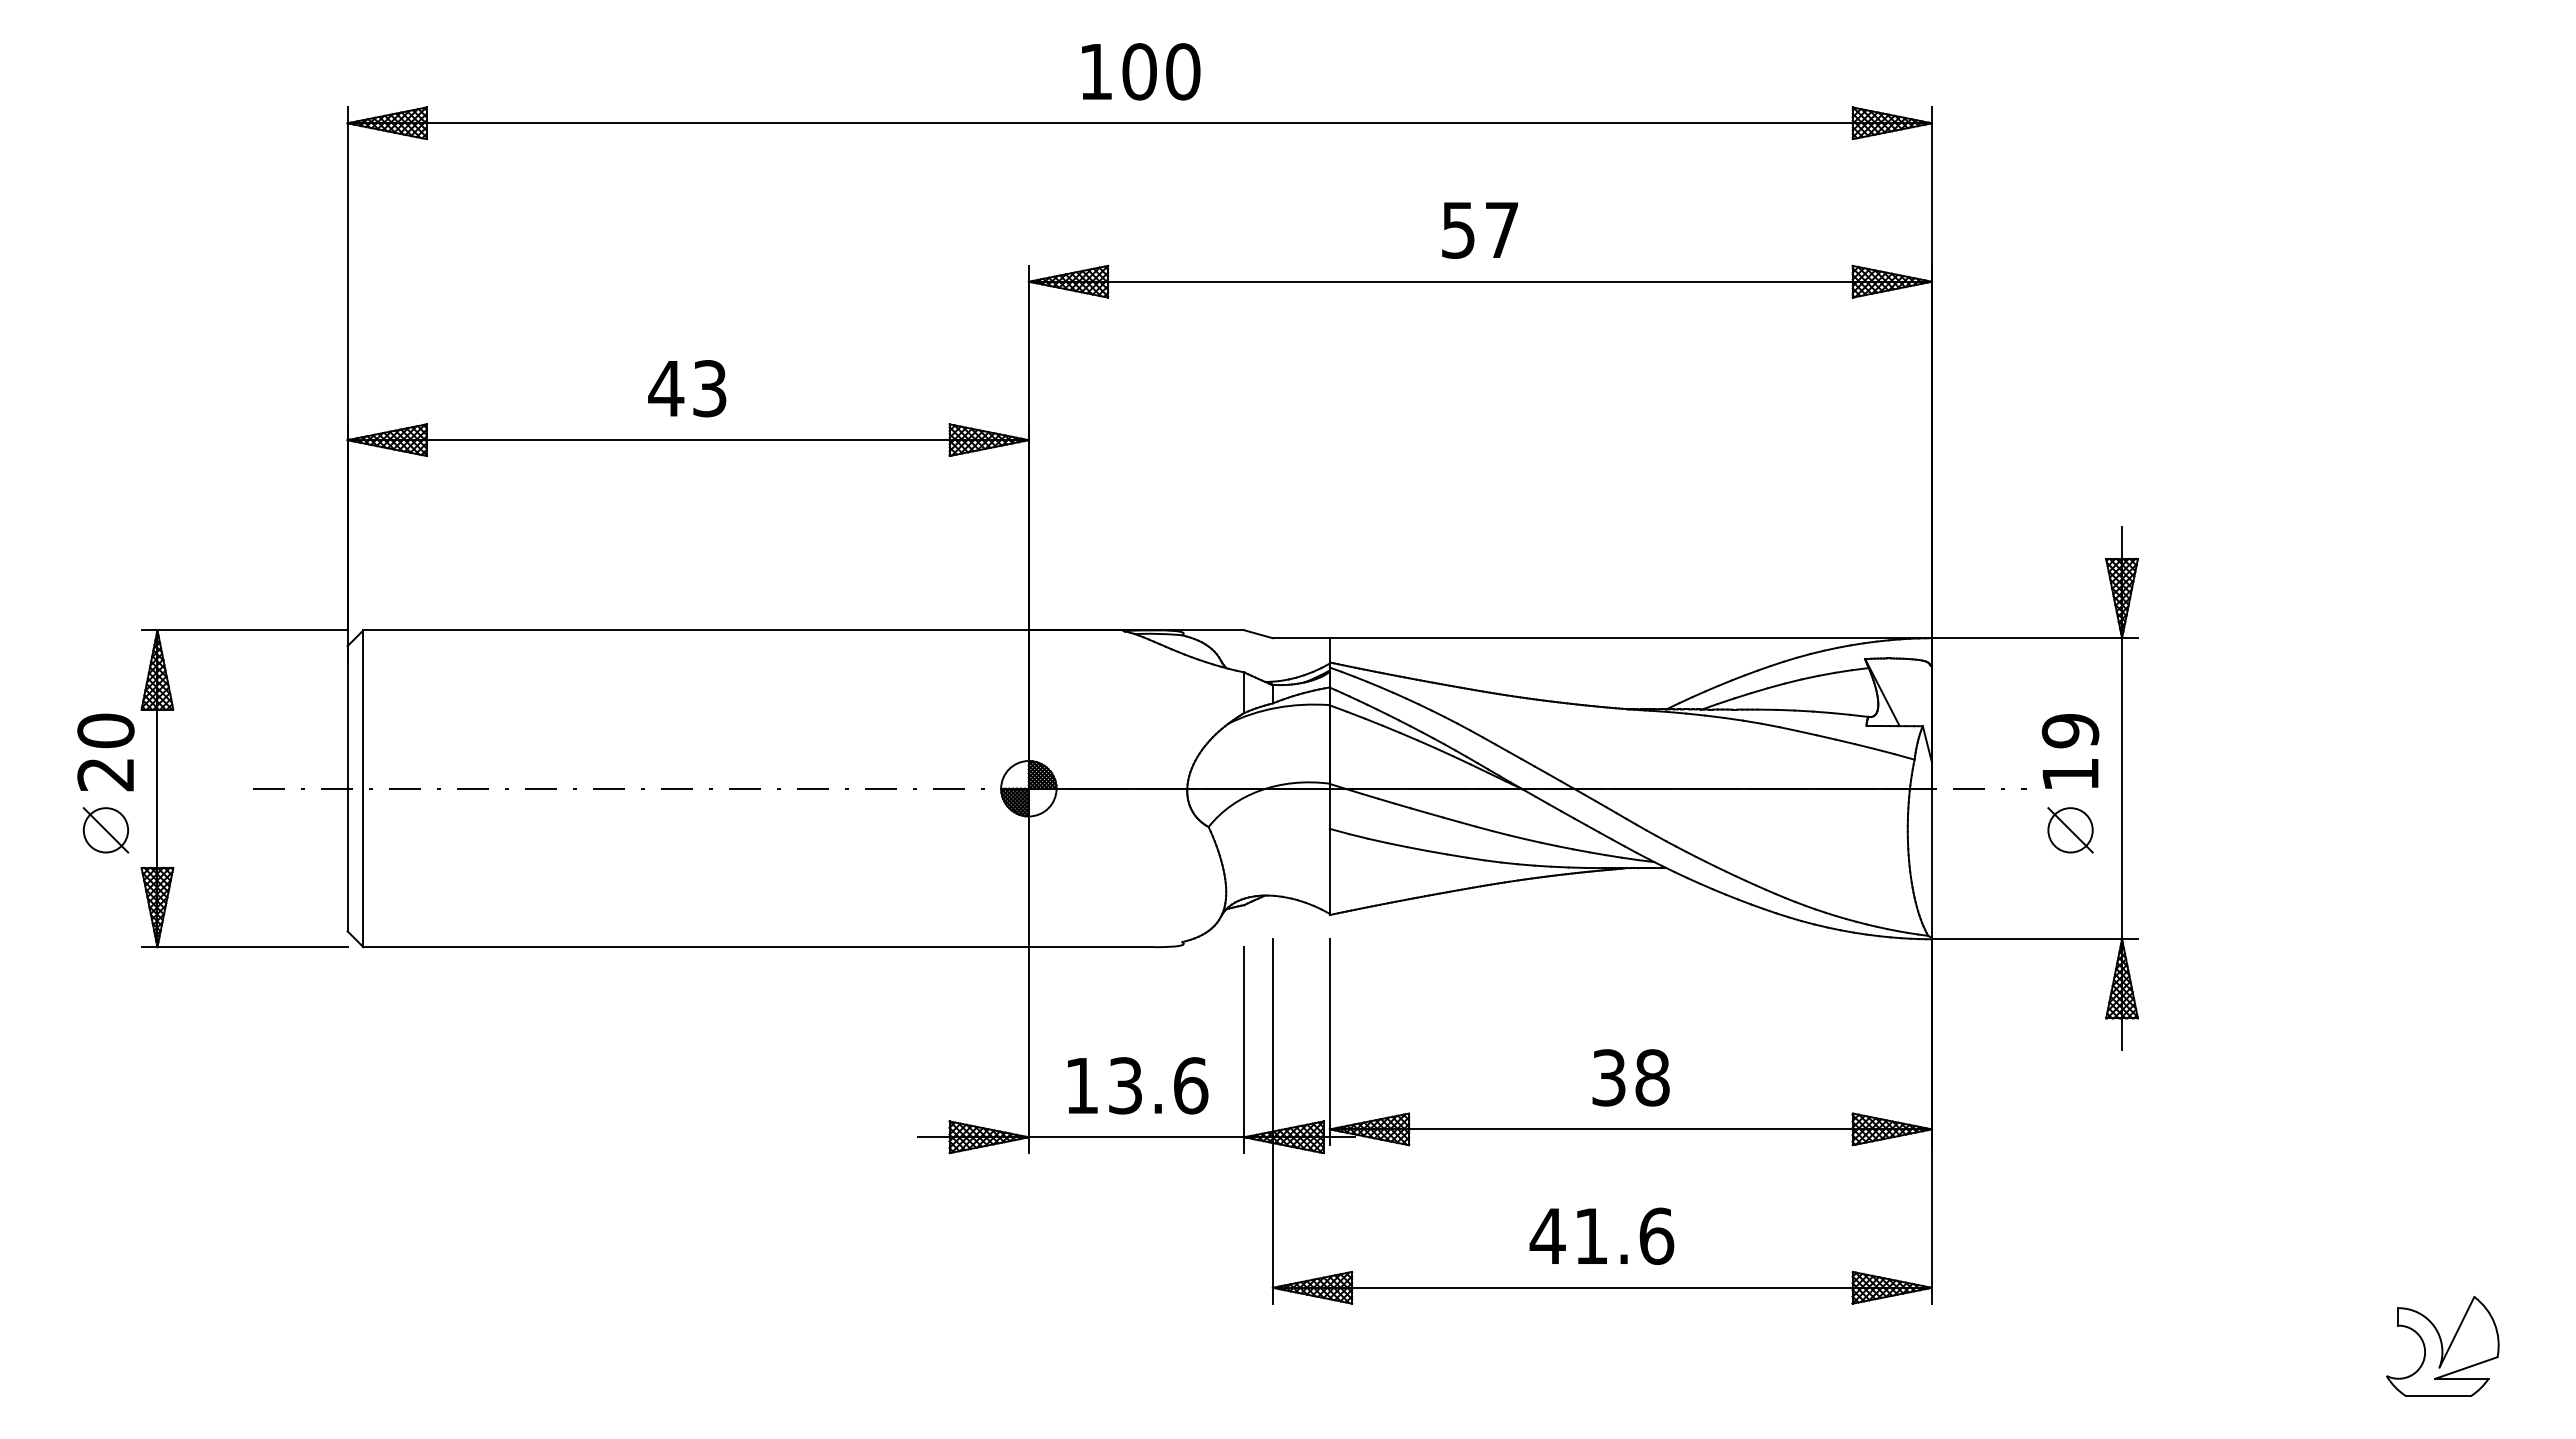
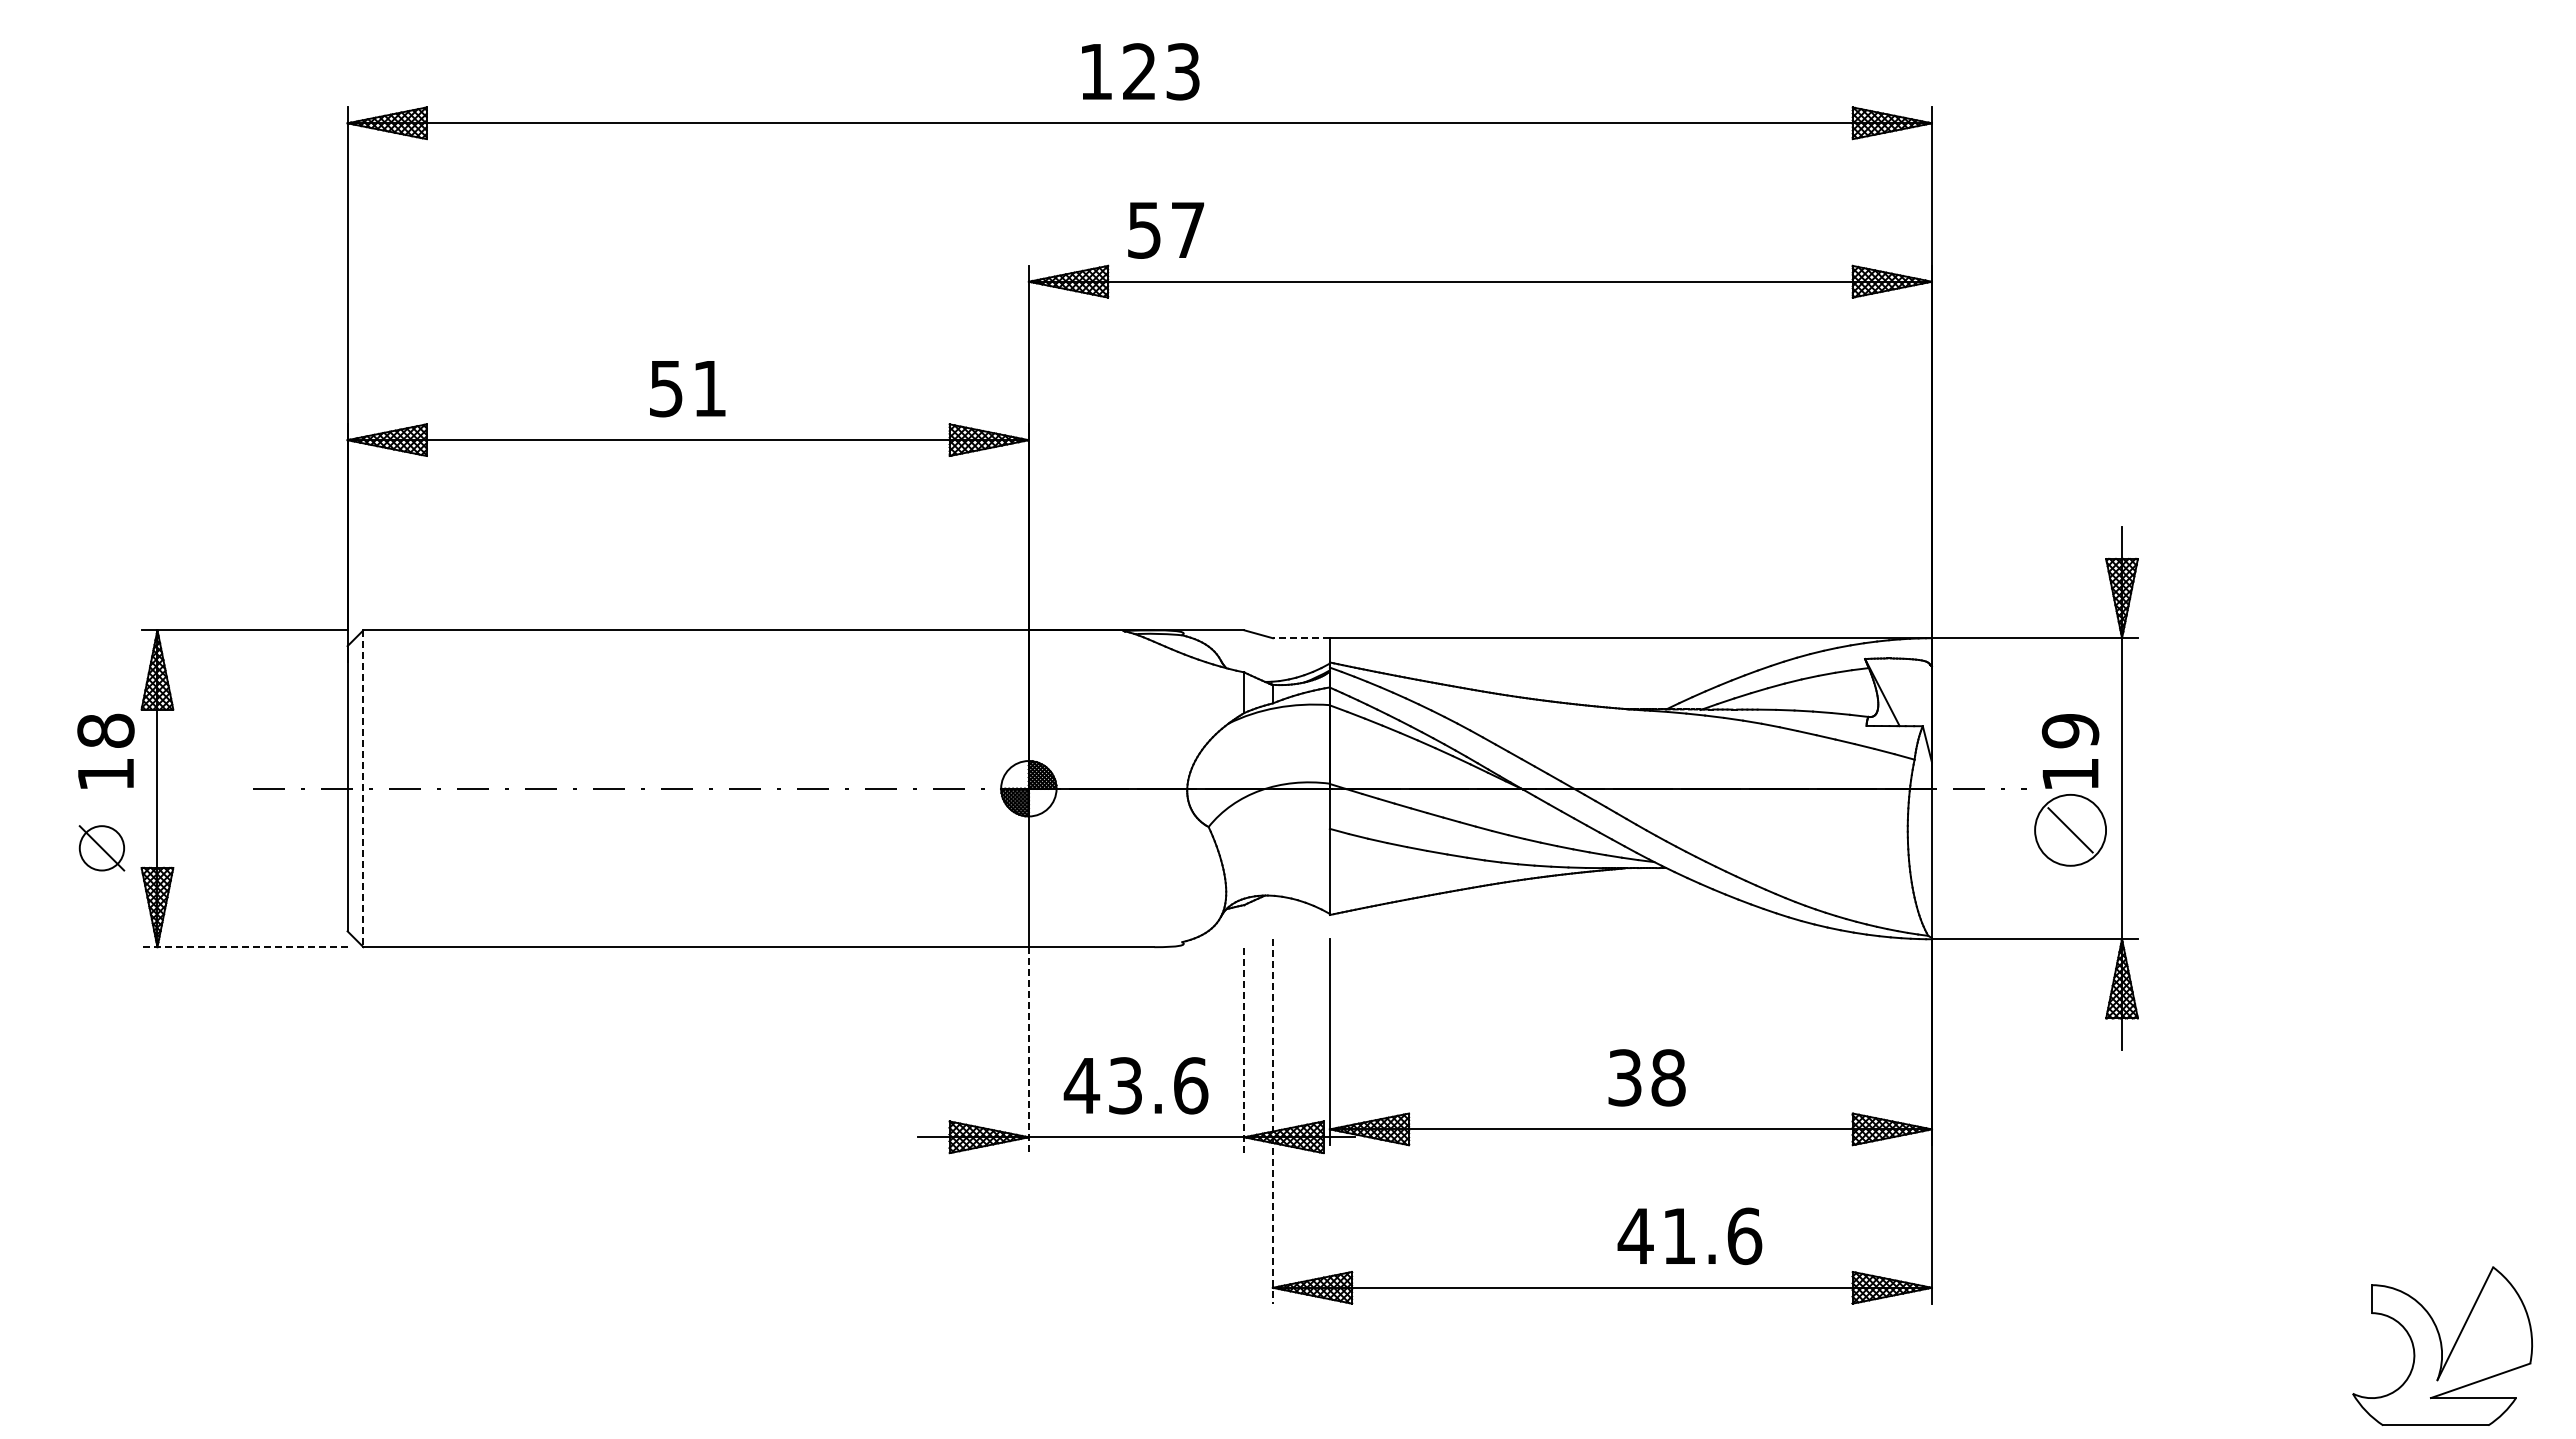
text at (1161, 71): 100 -> 123
text at (1479, 230) position: (1479, 230) -> (1165, 230)
text at (687, 388): 43 -> 51
line at (1301, 638): solid -> dashed
text at (105, 752): 20 -> 18
line at (363, 789): solid -> dashed
part at (105, 830) position: (105, 830) -> (101, 848)
circle at (2070, 830) diameter: 44 px -> 71 px
line at (244, 947): solid -> dashed
line at (1028, 1050): solid -> dashed
line at (1244, 1050): solid -> dashed
text at (1630, 1077) position: (1630, 1077) -> (1646, 1077)
text at (1081, 1085): 13.6 -> 43.6
line at (1272, 1121): solid -> dashed
text at (1601, 1235) position: (1601, 1235) -> (1689, 1235)
part at (2442, 1346) size: 114x101 px -> 182x160 px
